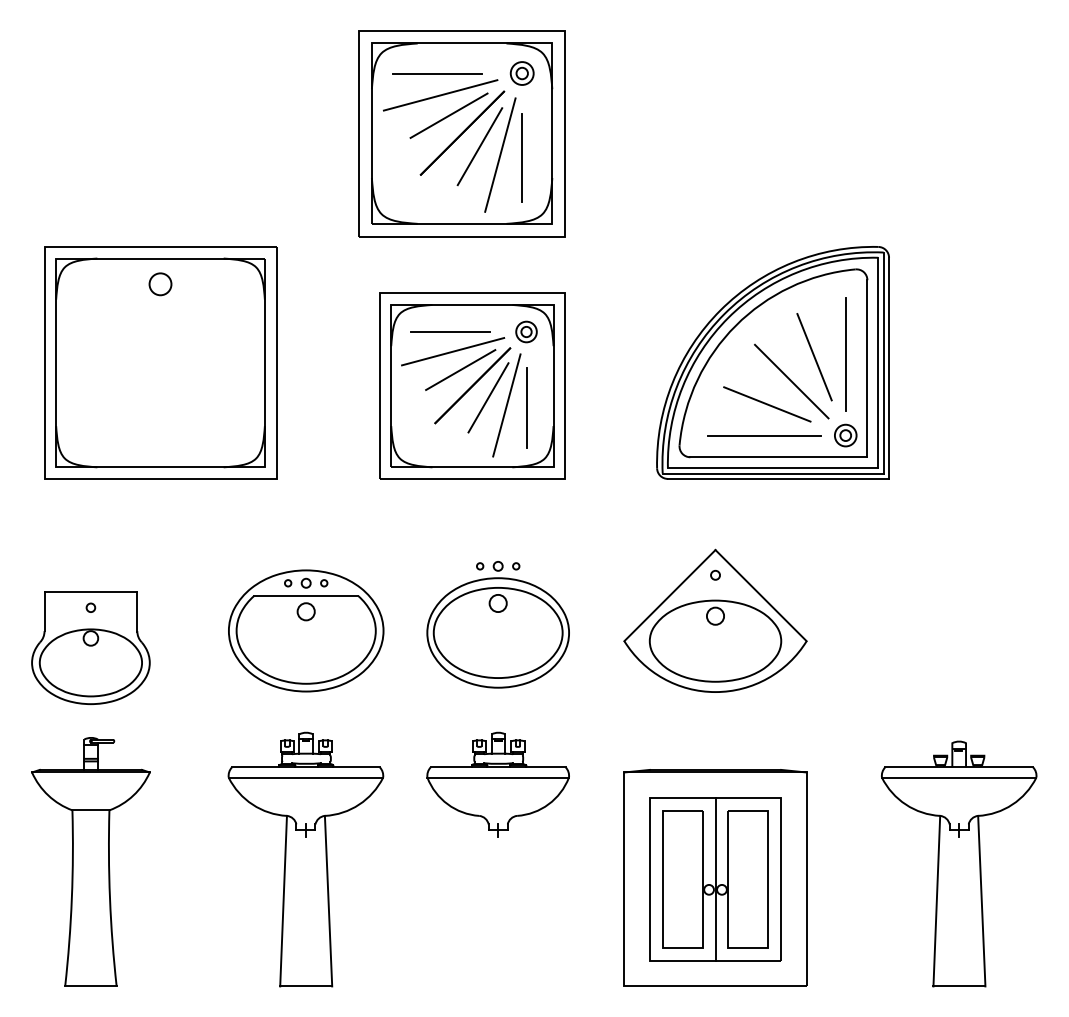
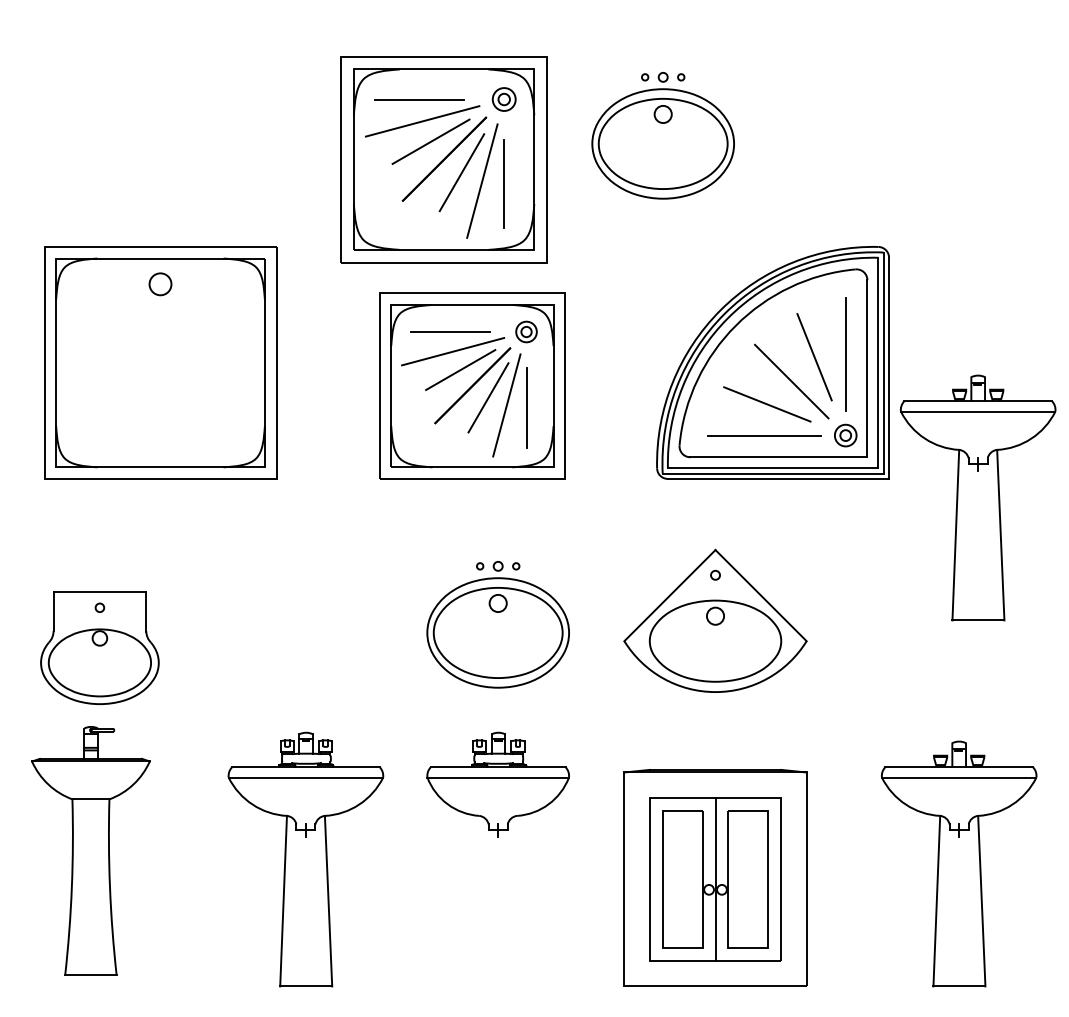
part at (461, 133) position: (461, 133) -> (443, 159)
part at (662, 135): none -> present
part at (978, 497): none -> present
part at (306, 630): present -> none
part at (90, 647) position: (90, 647) -> (99, 647)
part at (90, 861) position: (90, 861) -> (90, 850)
